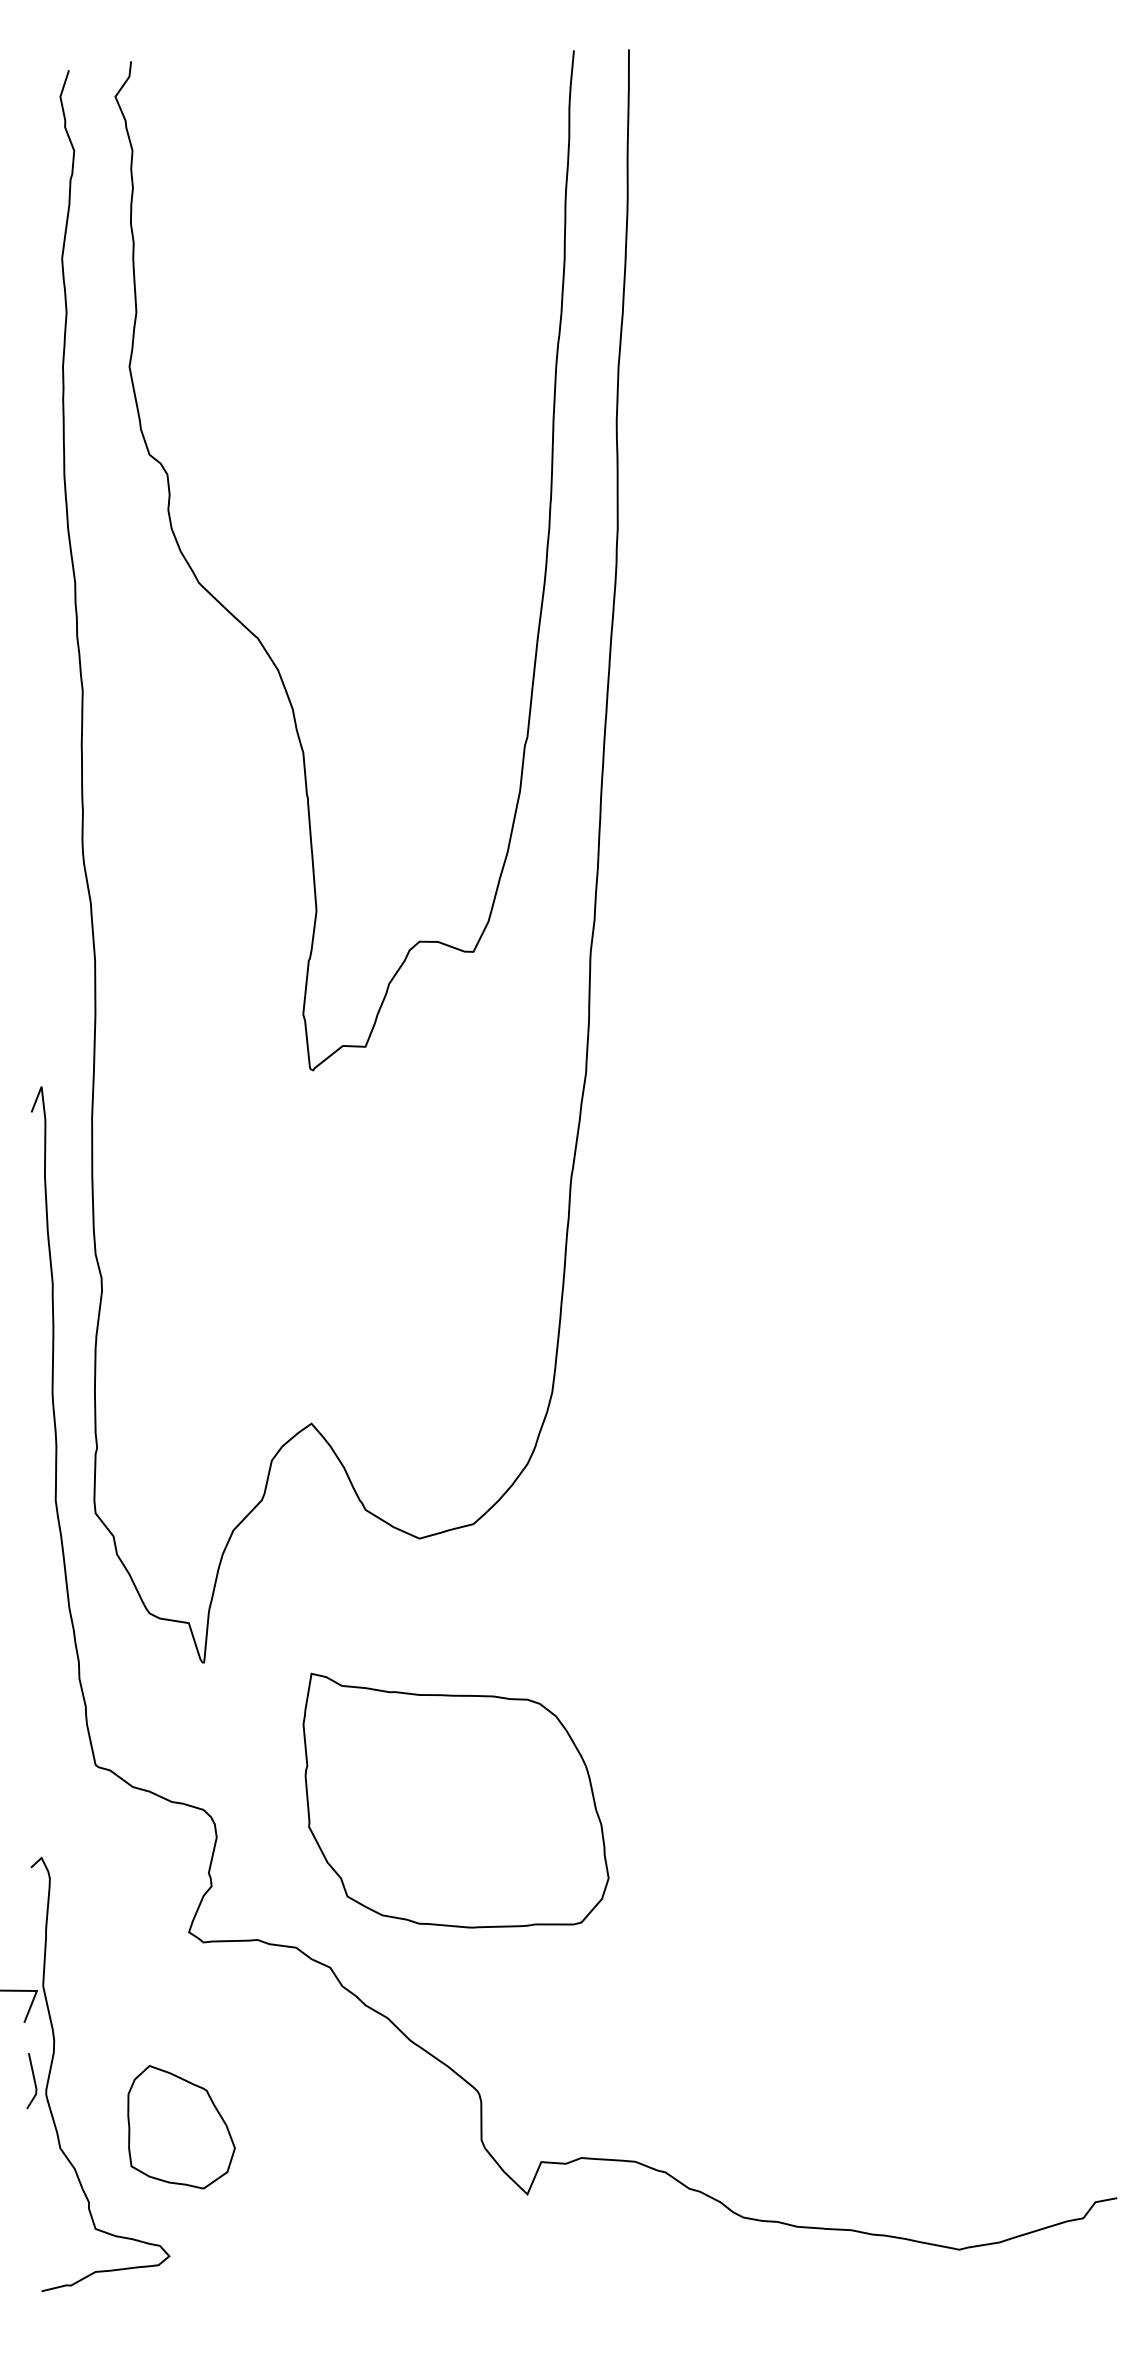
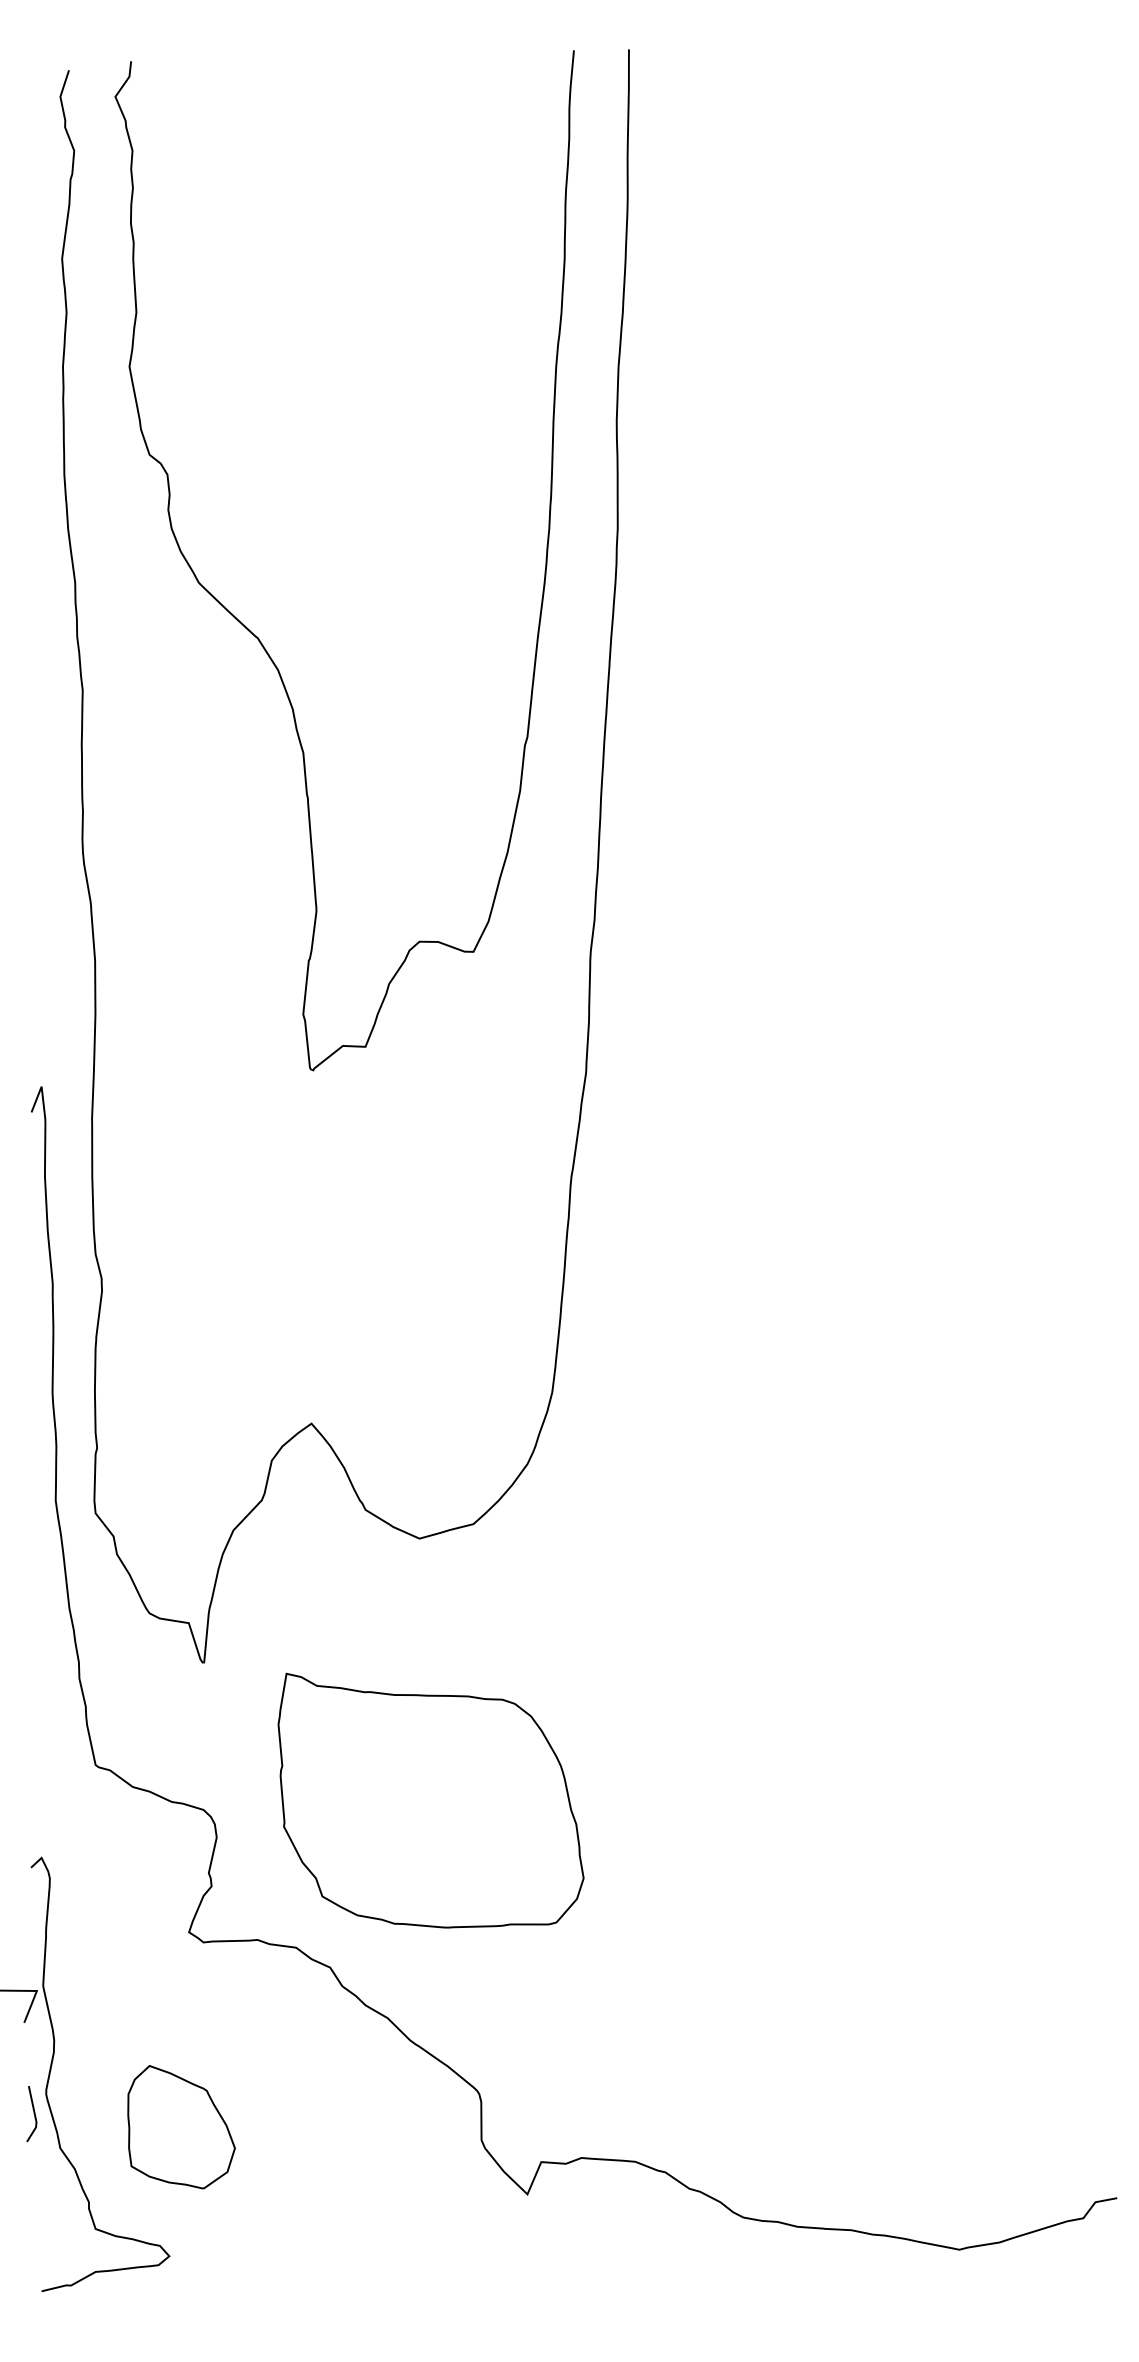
part at (455, 1800) position: (455, 1800) -> (430, 1800)
line at (33, 2080) position: (33, 2080) -> (33, 2113)
